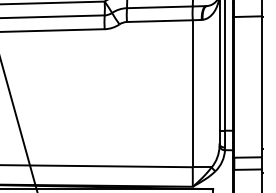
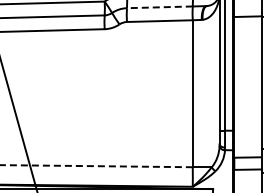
line at (159, 7): solid -> dashed
line at (96, 166): solid -> dashed
